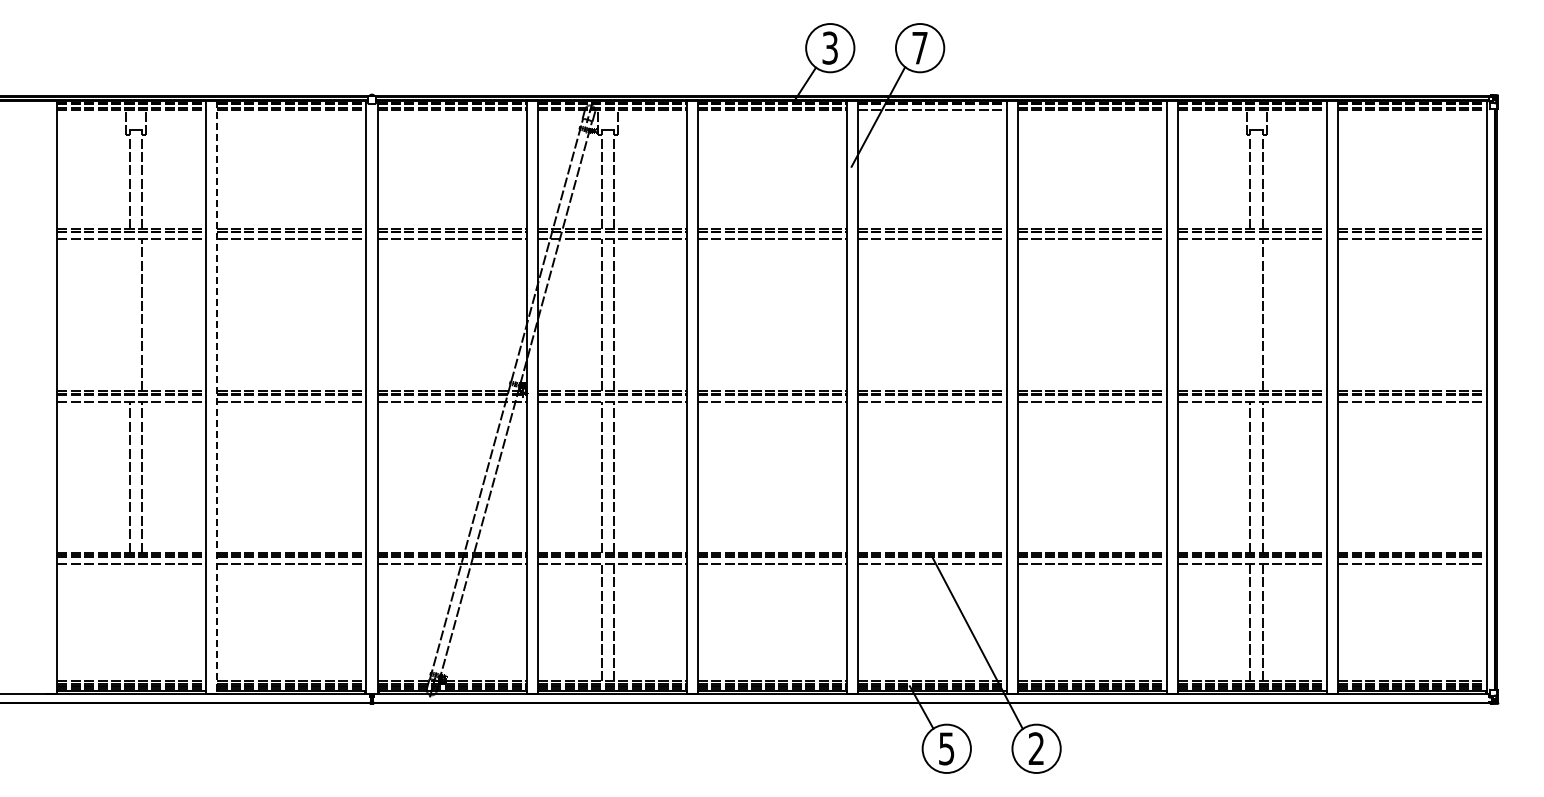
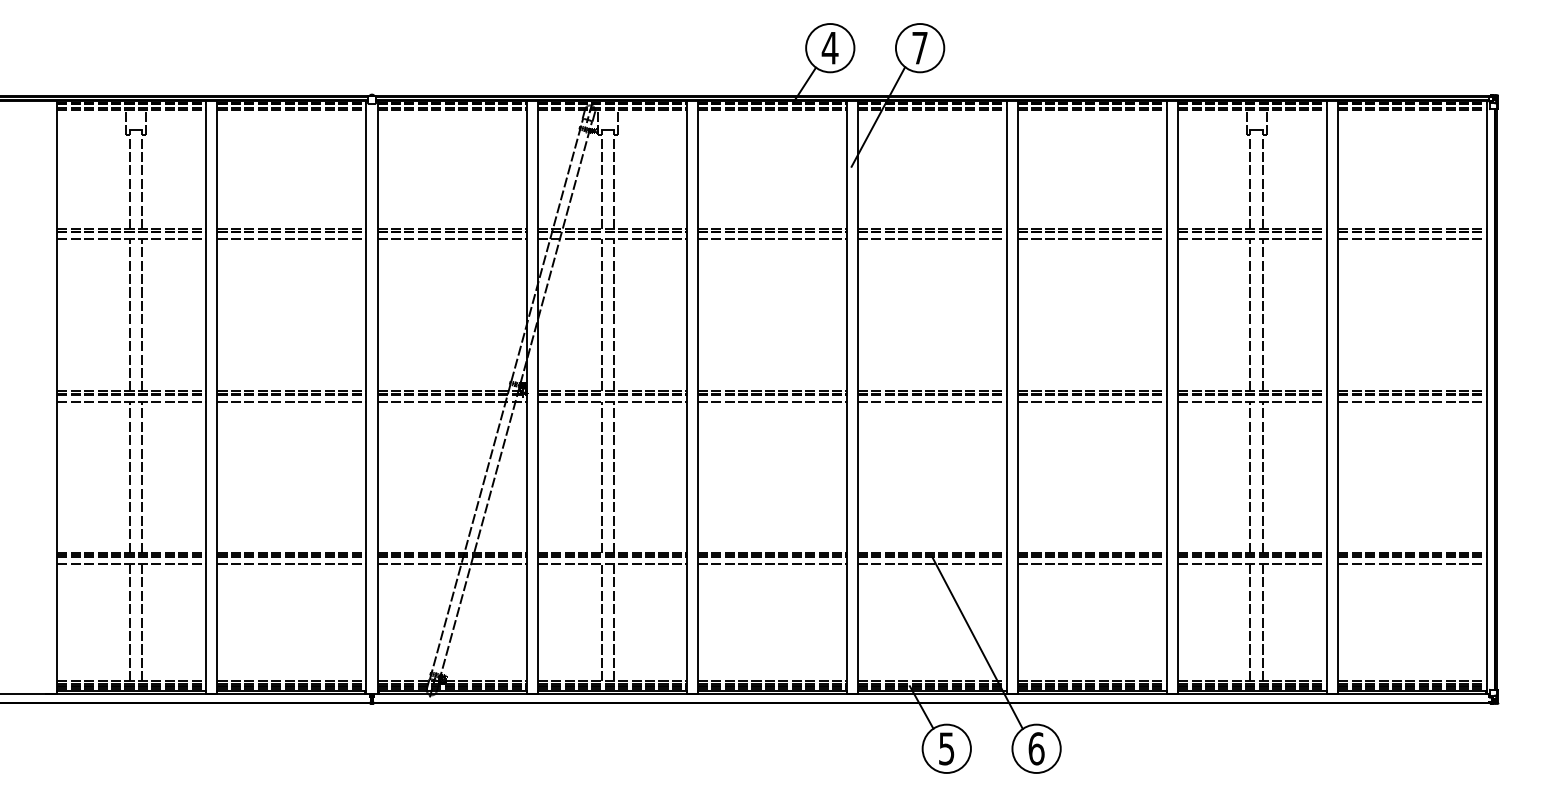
text at (829, 47): 3 -> 4
line at (931, 107): none -> present
line at (129, 315): none -> present
line at (1250, 315): none -> present
line at (217, 397): dashed -> solid
line at (129, 622): none -> present
line at (142, 622): none -> present
text at (1036, 748): 2 -> 6
